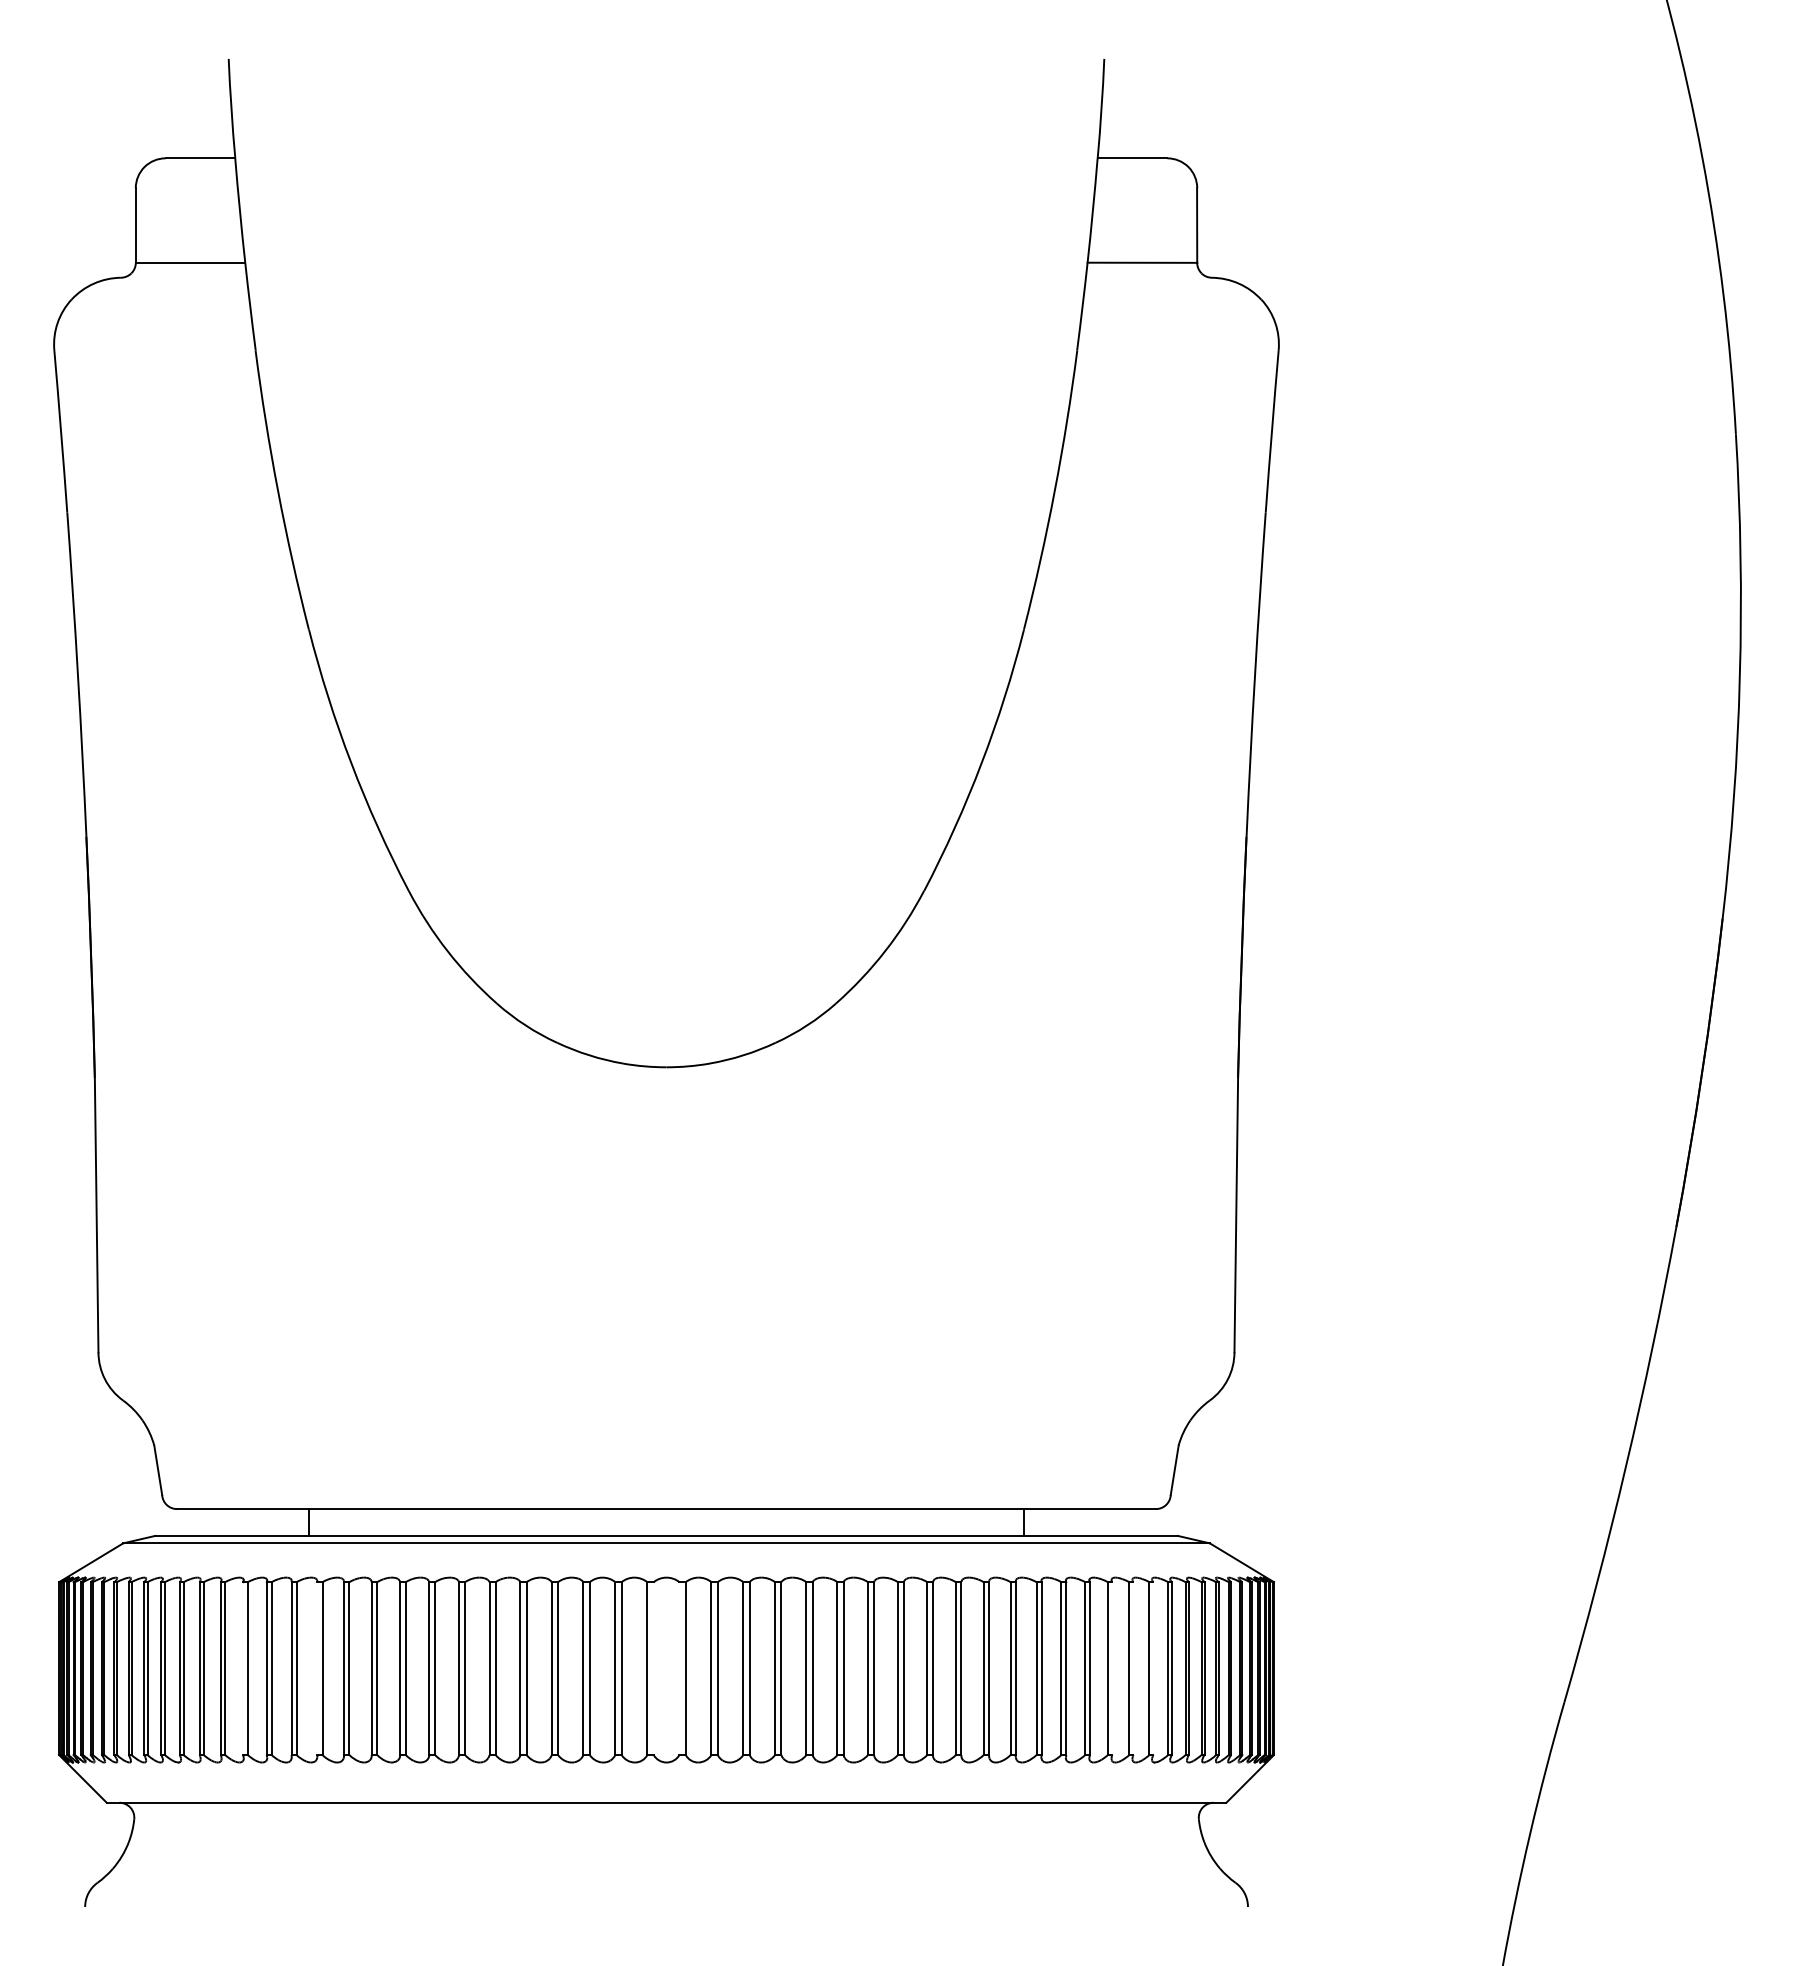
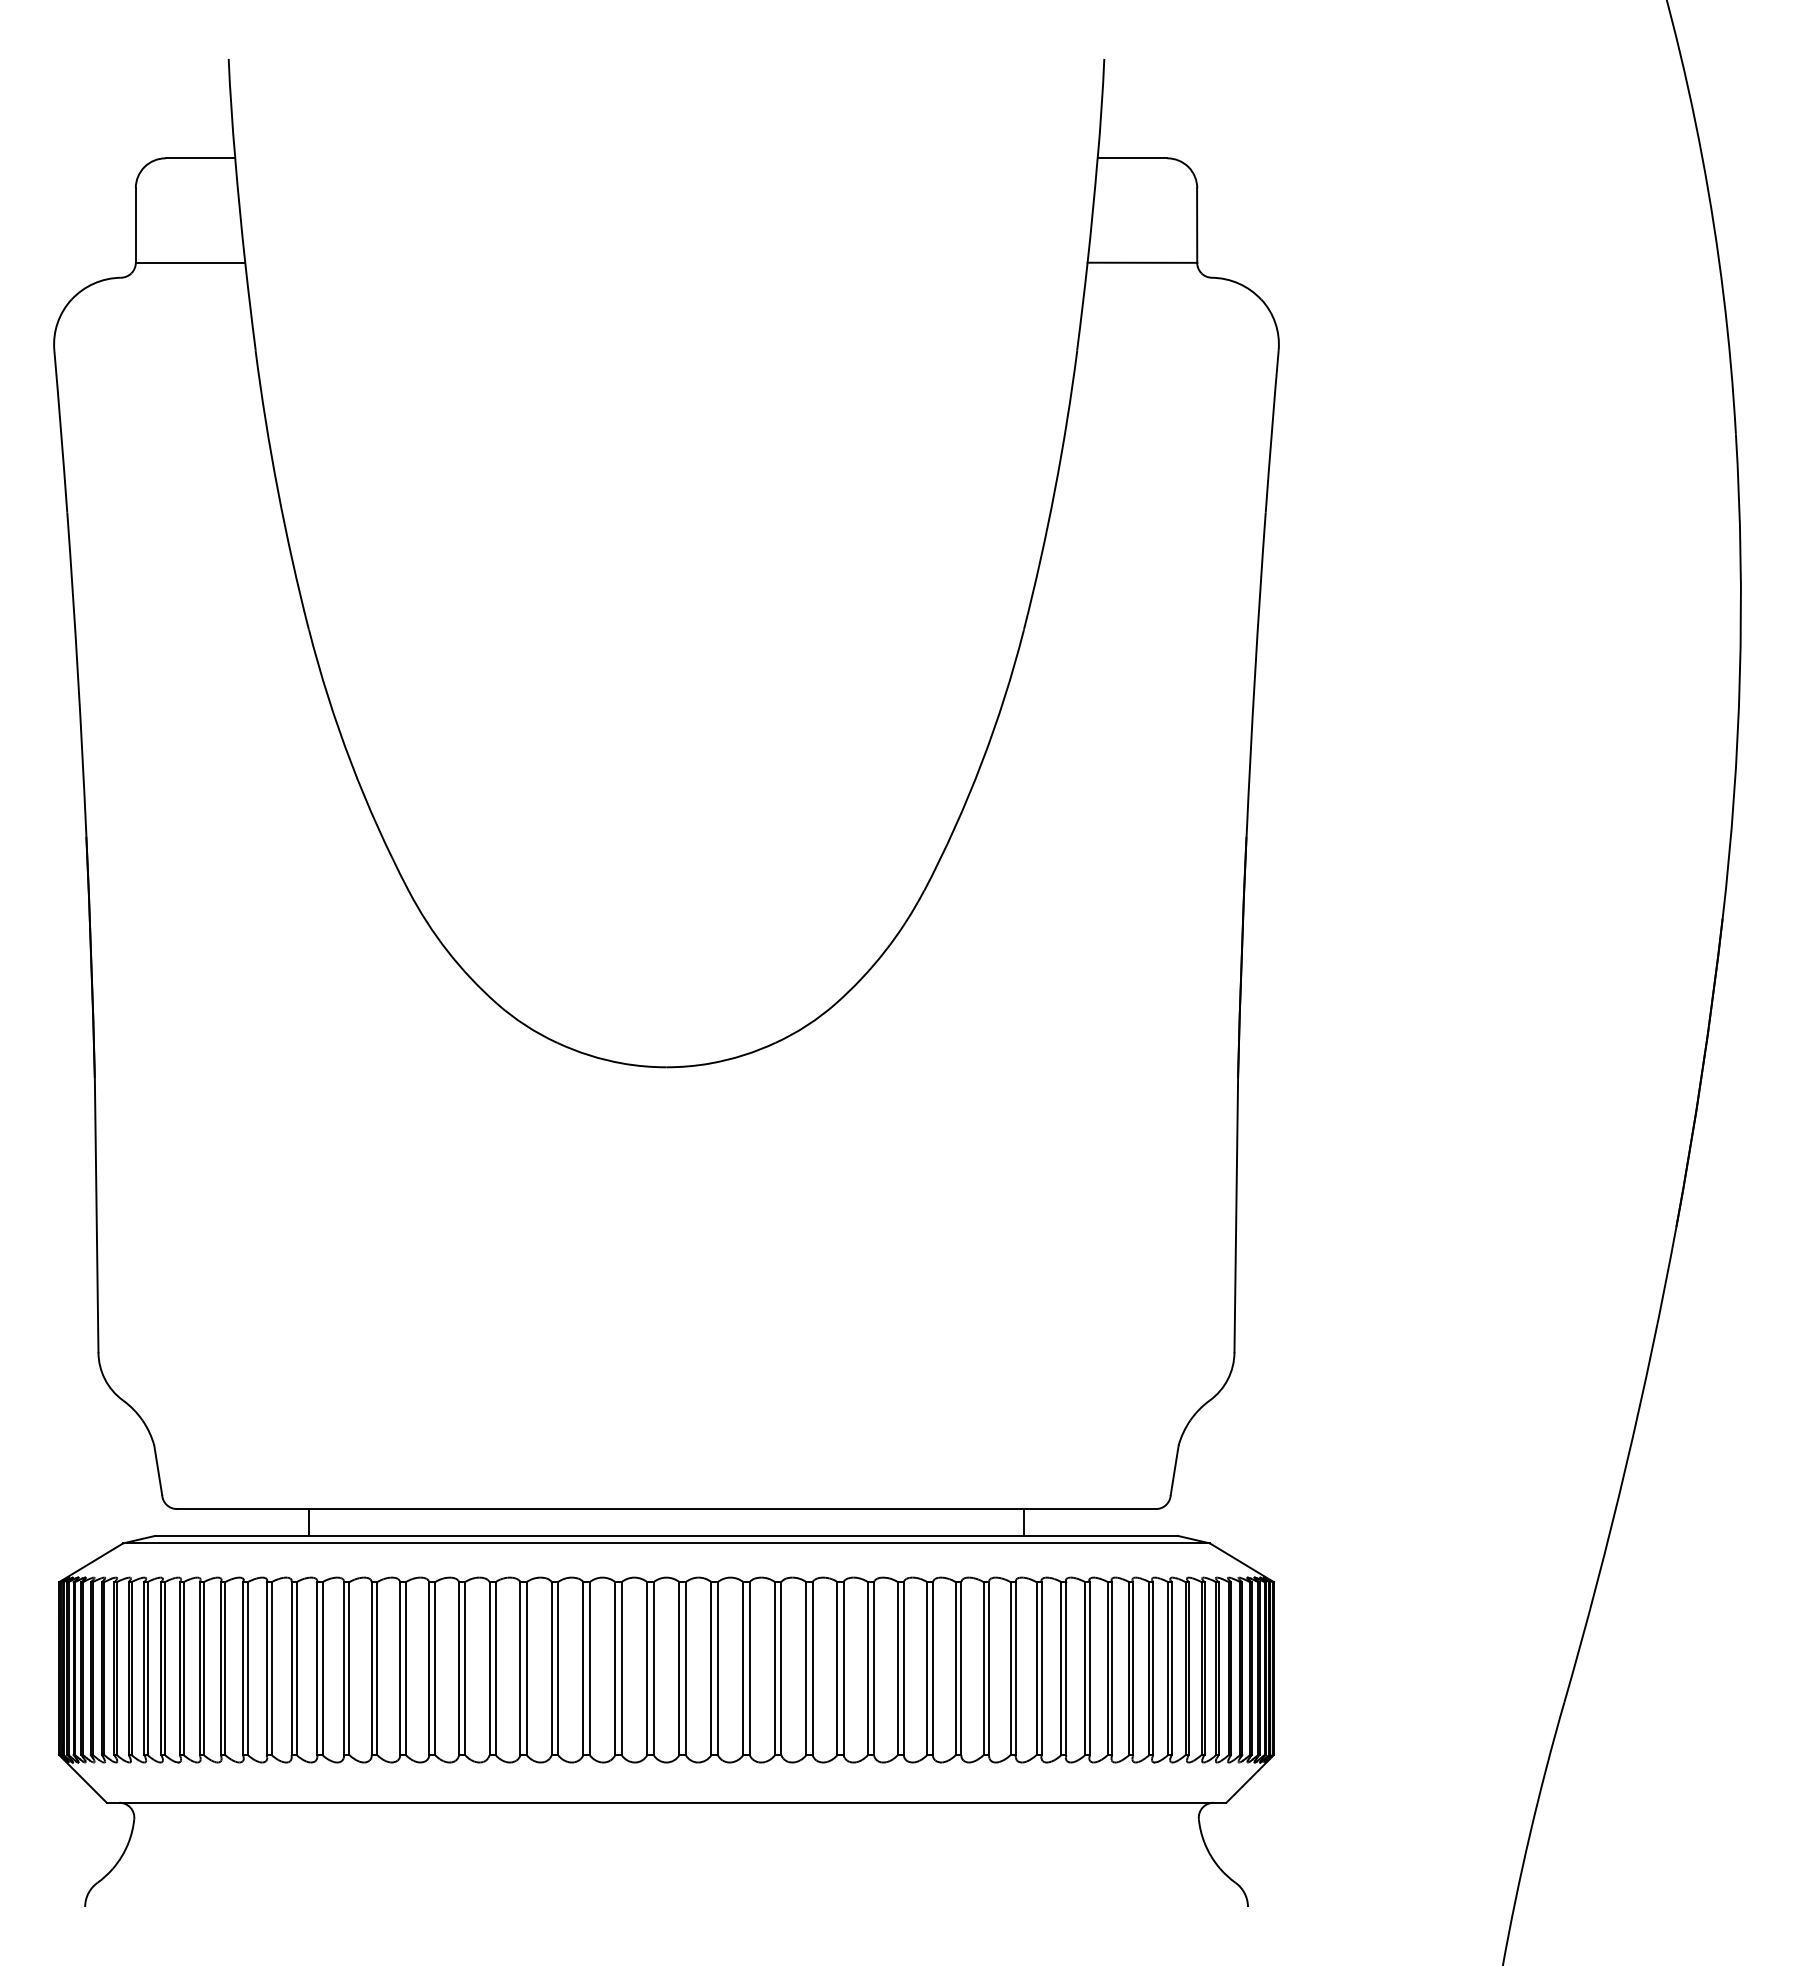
line at (243, 1668): none -> present
line at (317, 1668): none -> present
line at (653, 1668): none -> present
line at (679, 1668): none -> present
line at (1112, 1668): none -> present
line at (1133, 1668): none -> present
line at (1153, 1668): none -> present
